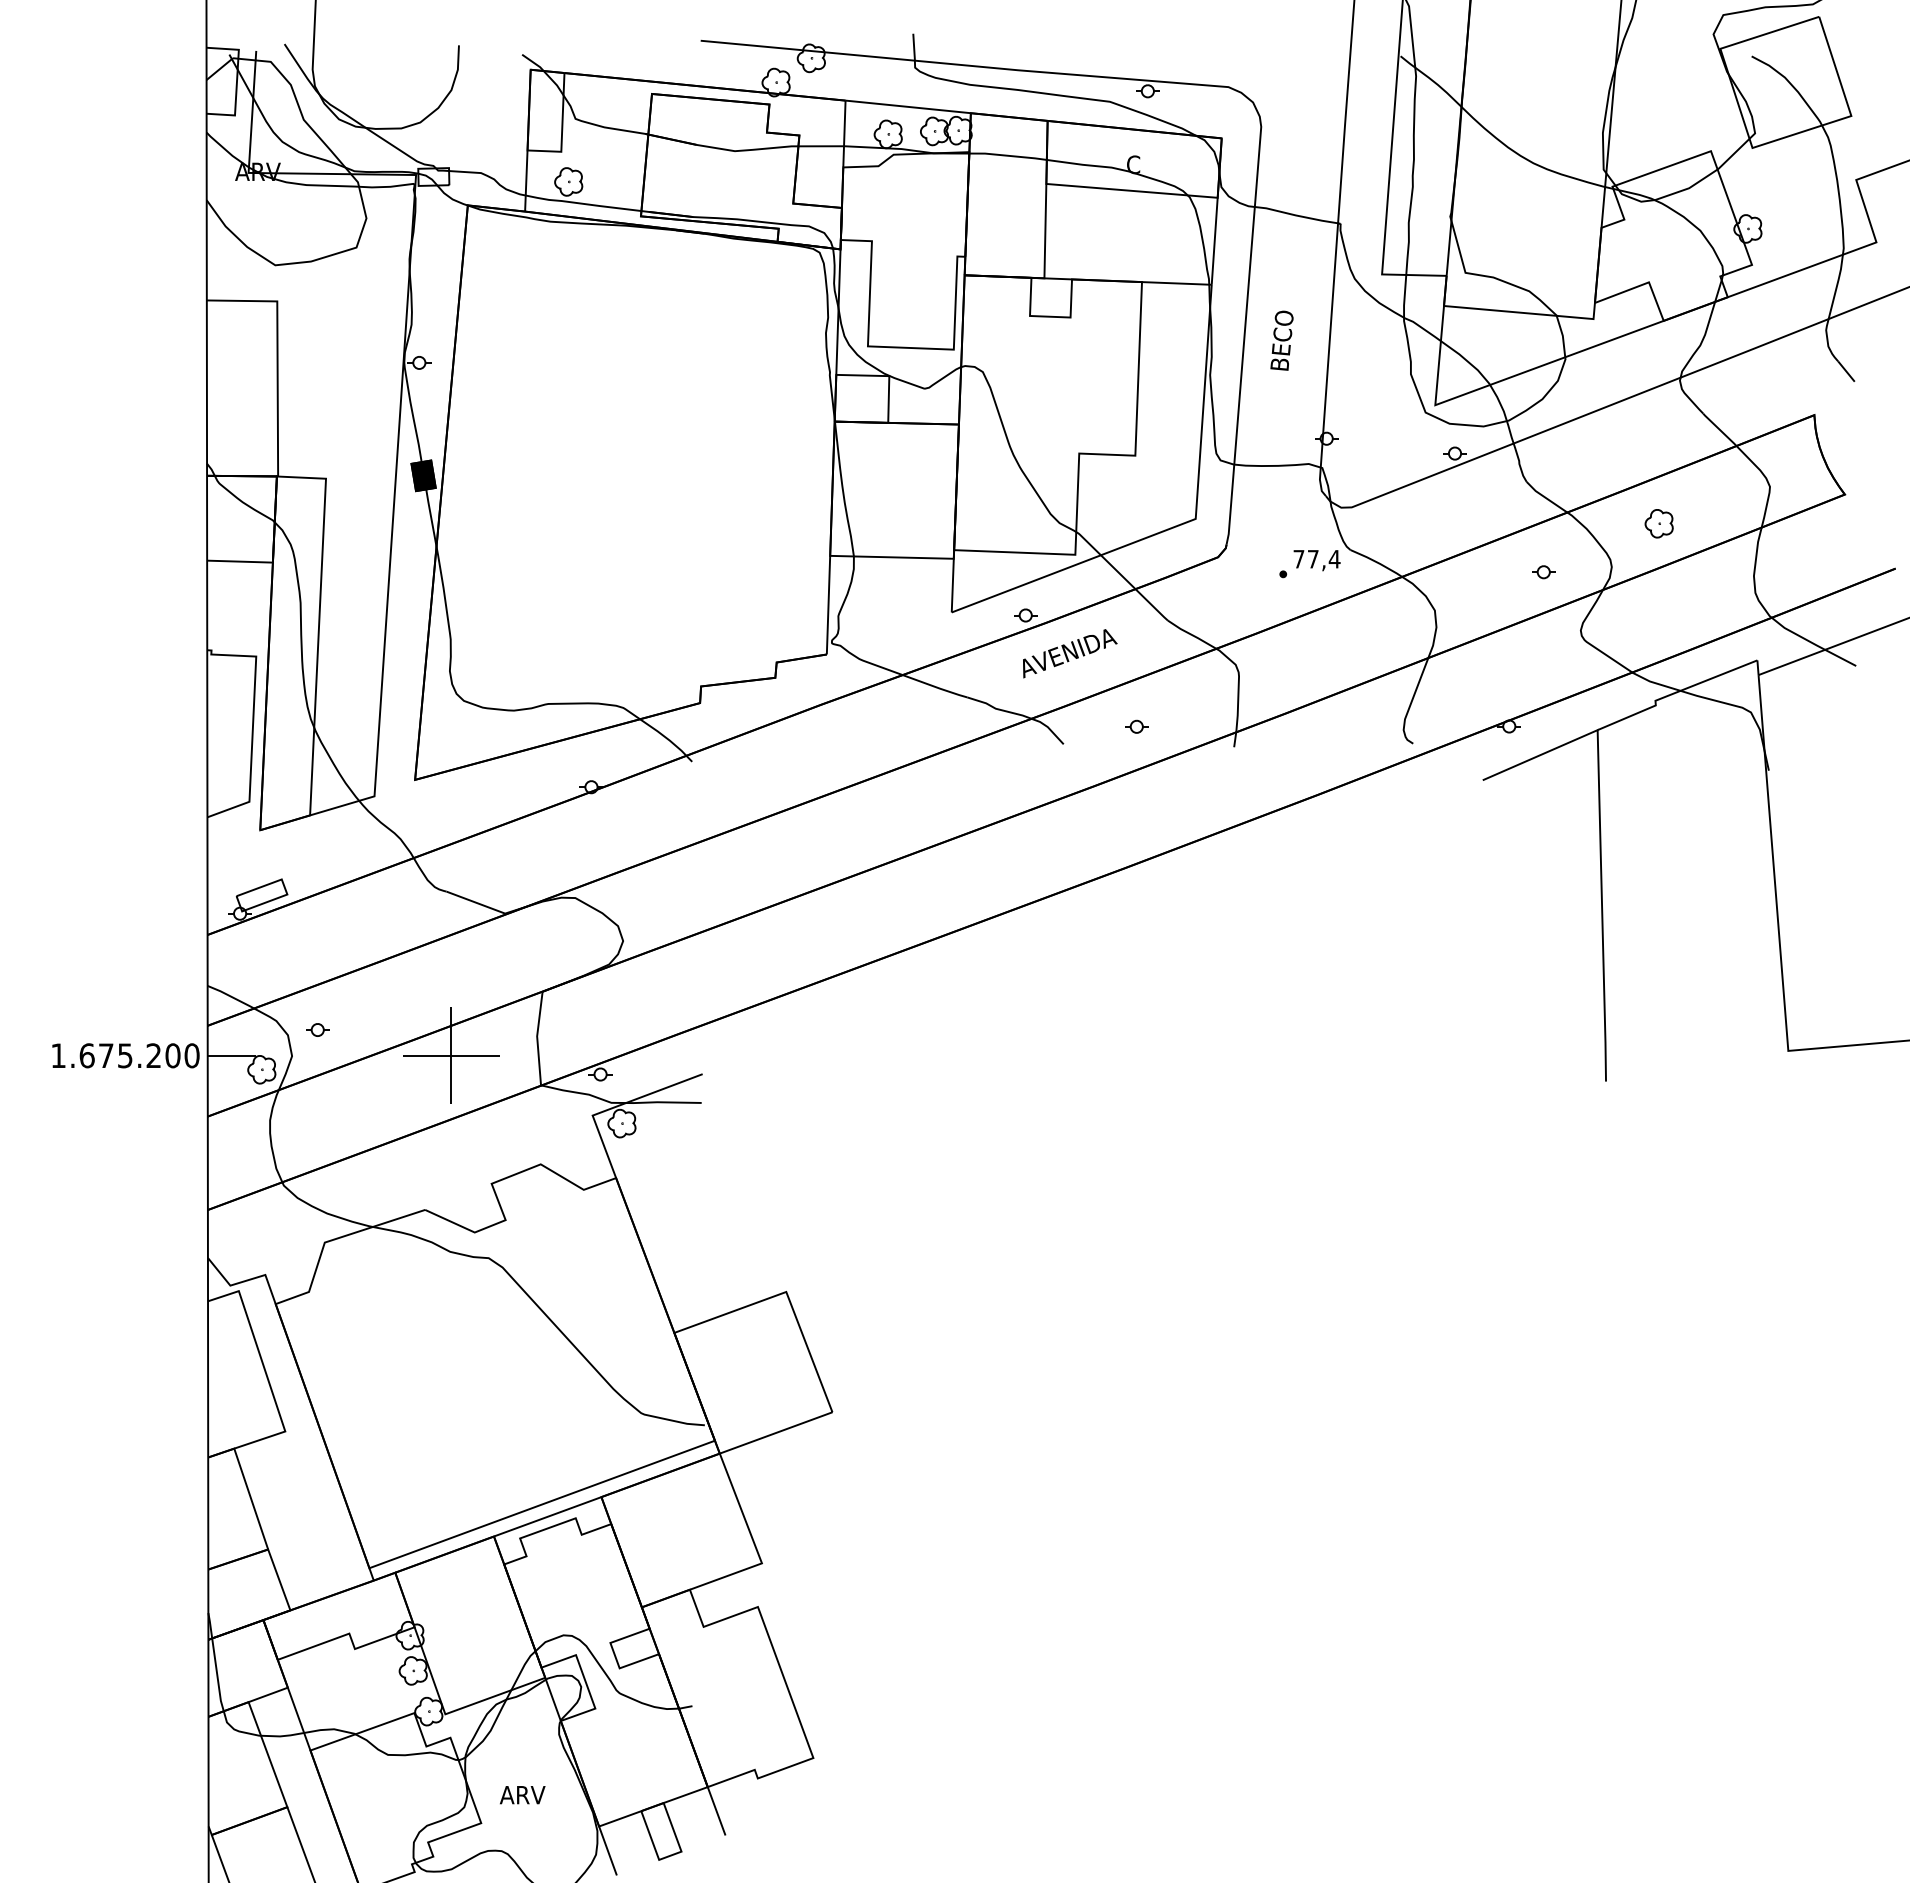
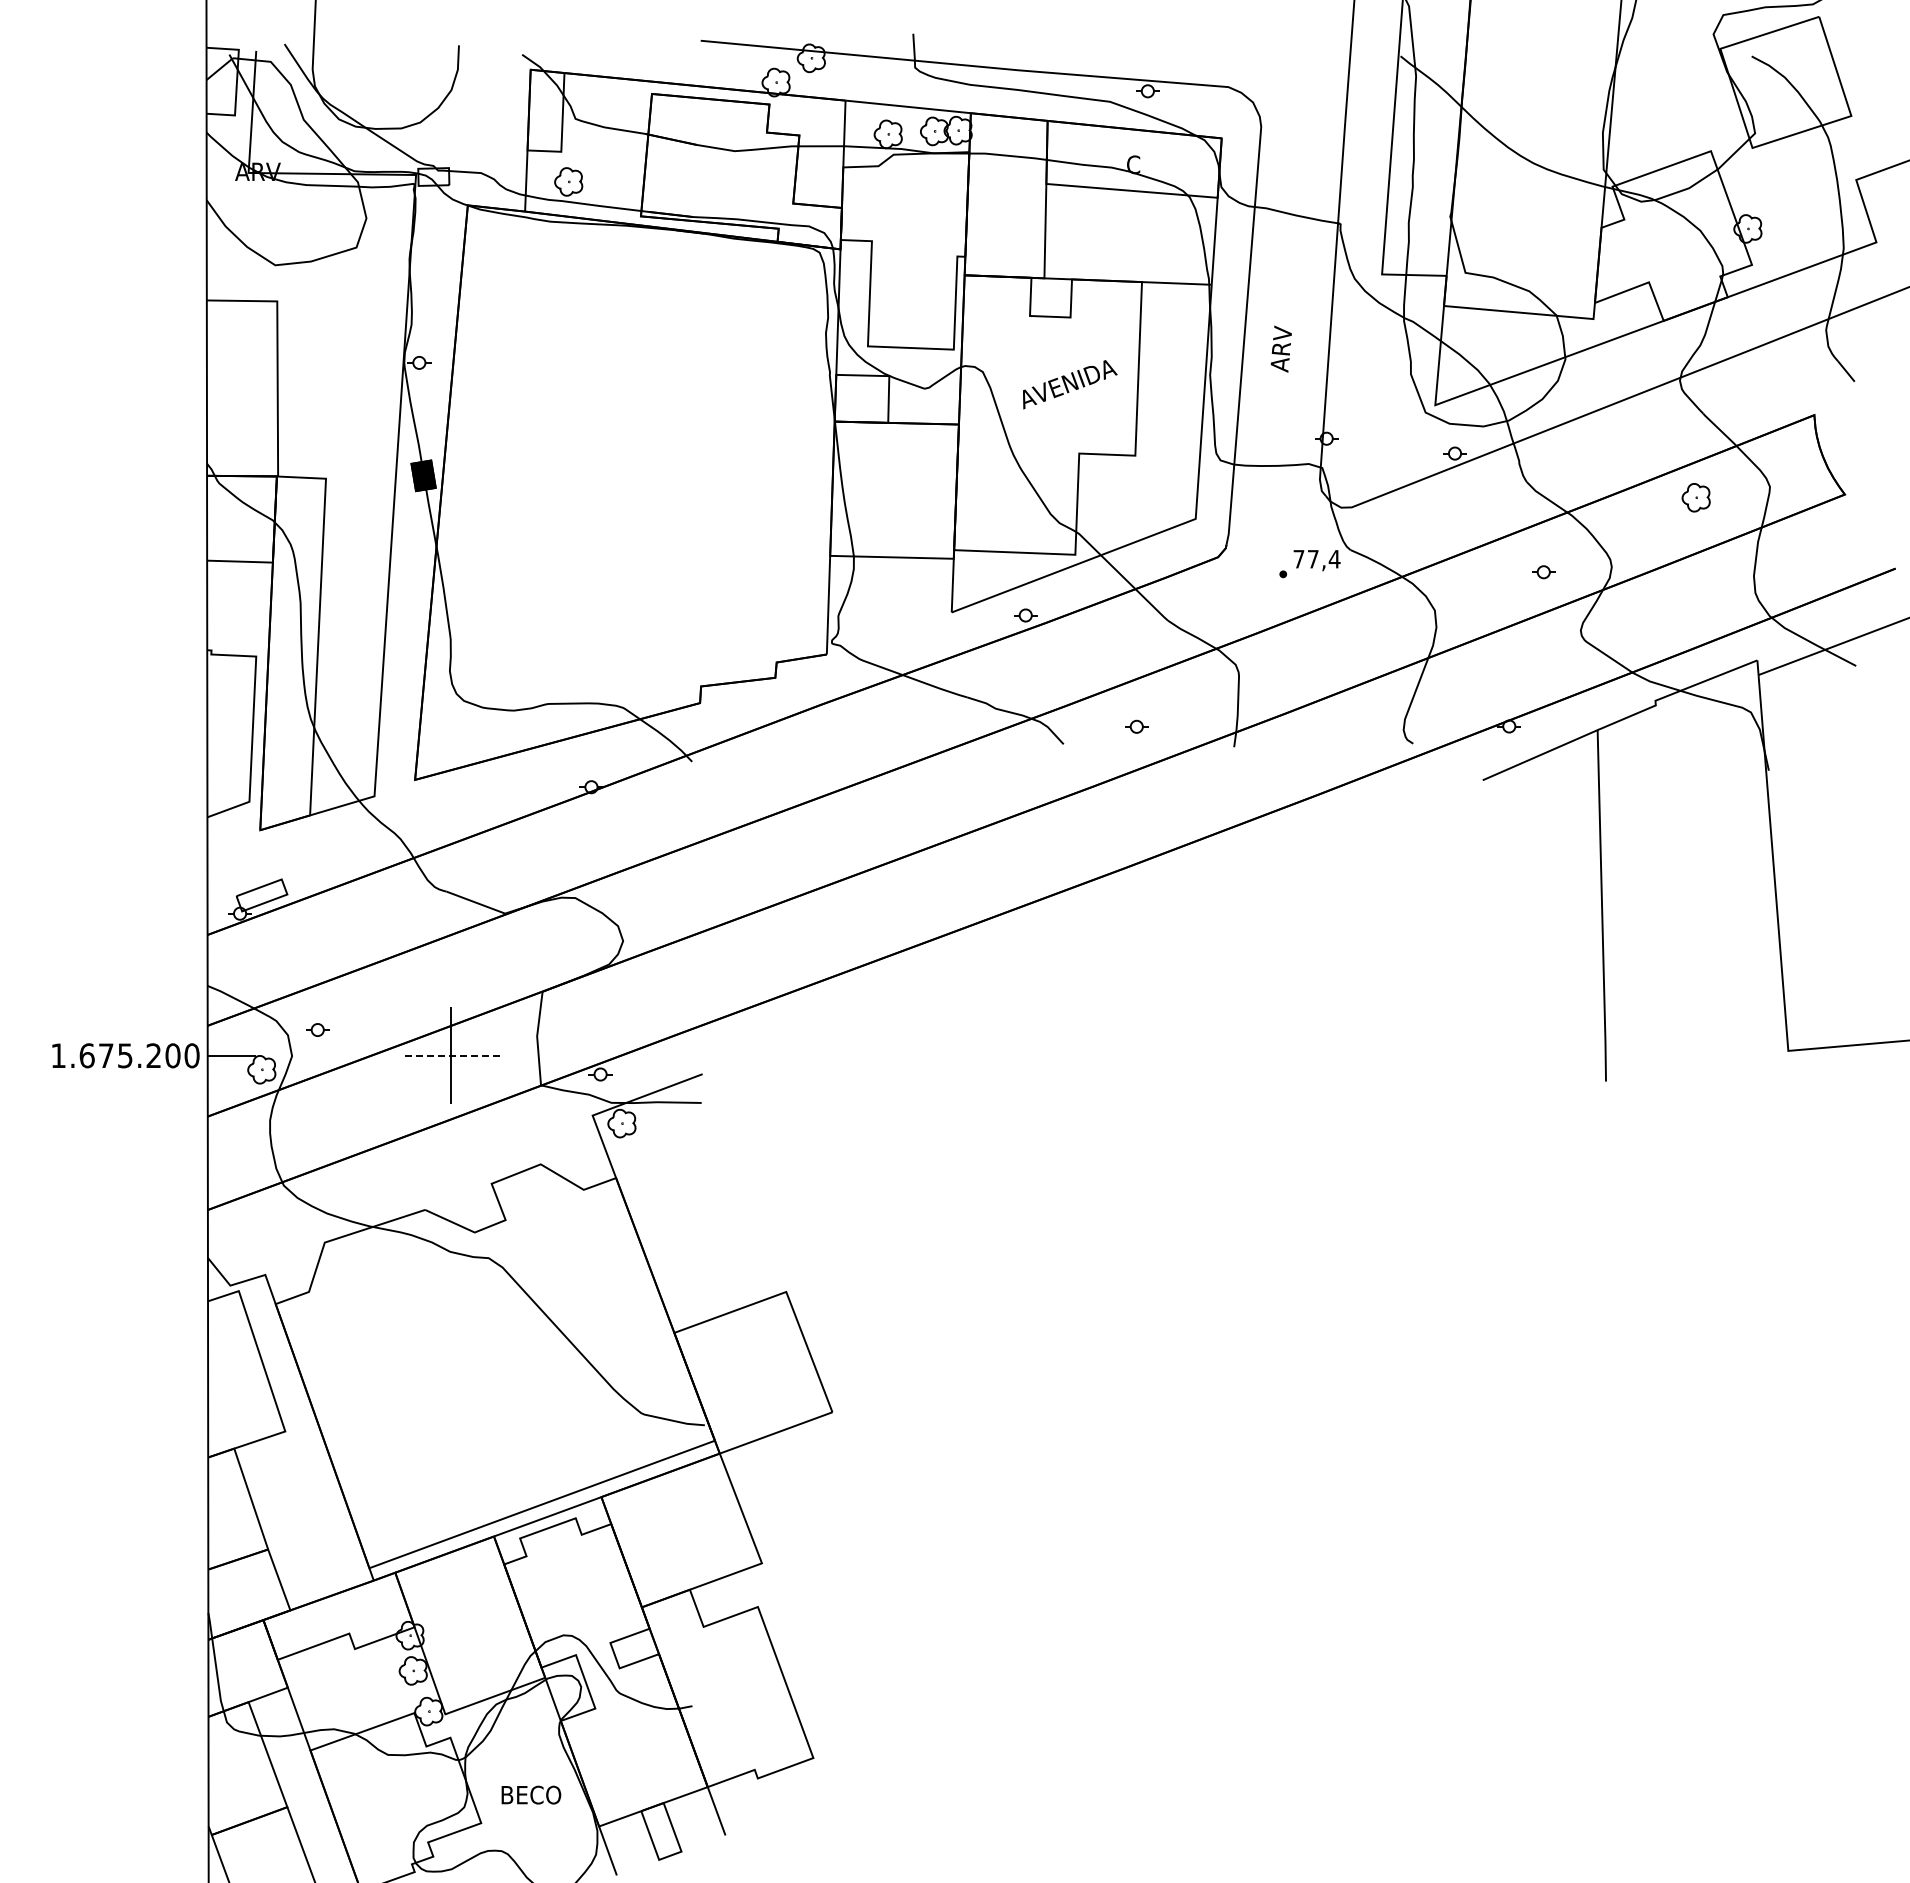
text at (1281, 341): BECO -> ARV
part at (1658, 523) position: (1658, 523) -> (1695, 497)
text at (1070, 653) position: (1070, 653) -> (1070, 384)
line at (451, 1055): solid -> dashed
text at (530, 1794): ARV -> BECO
